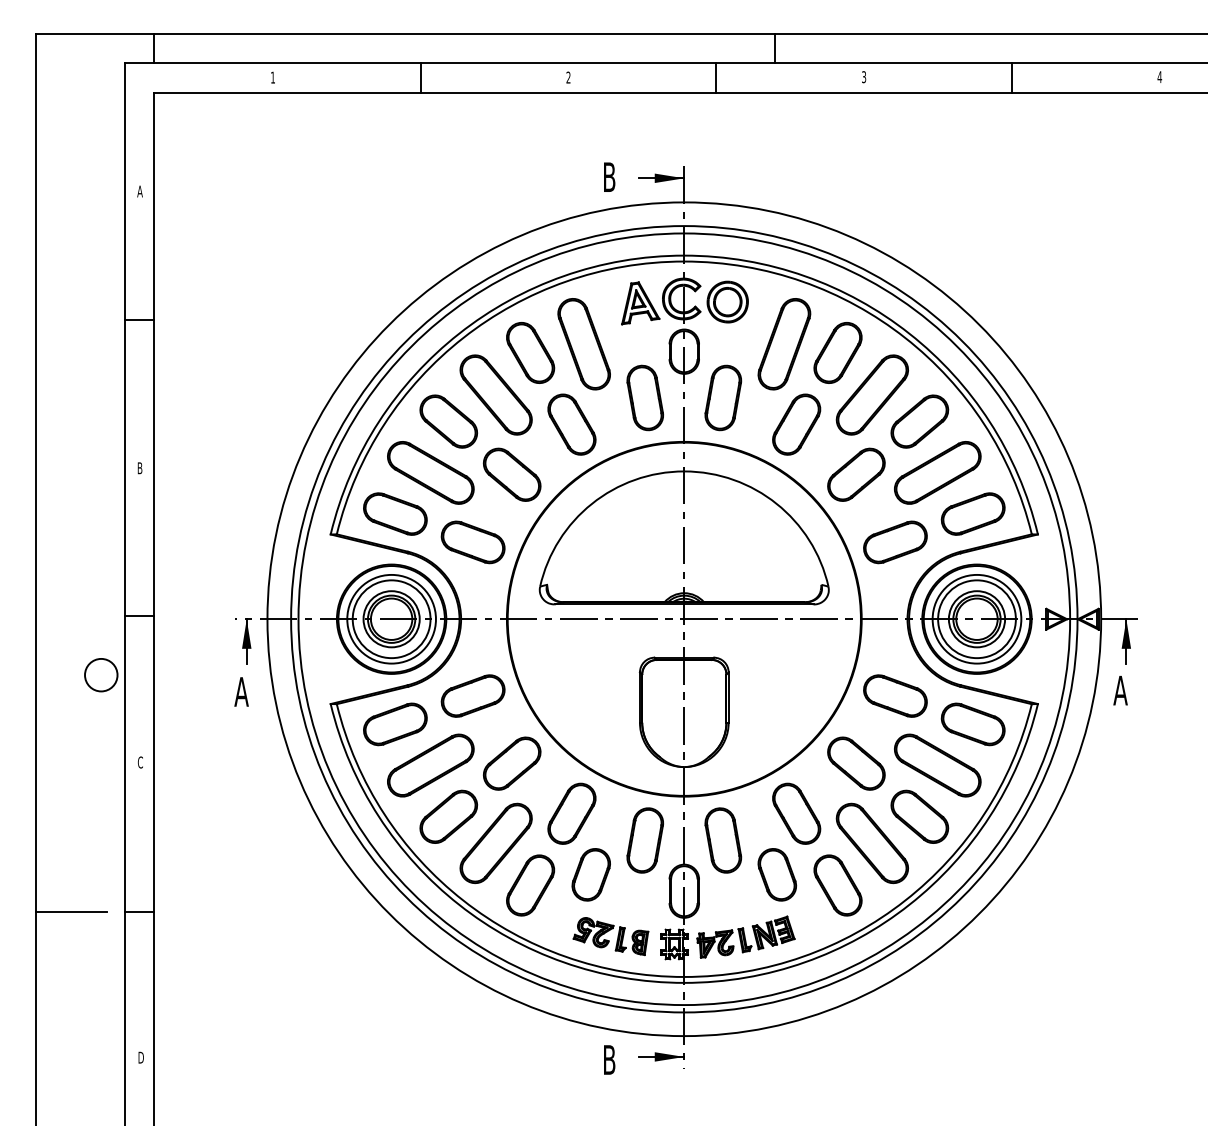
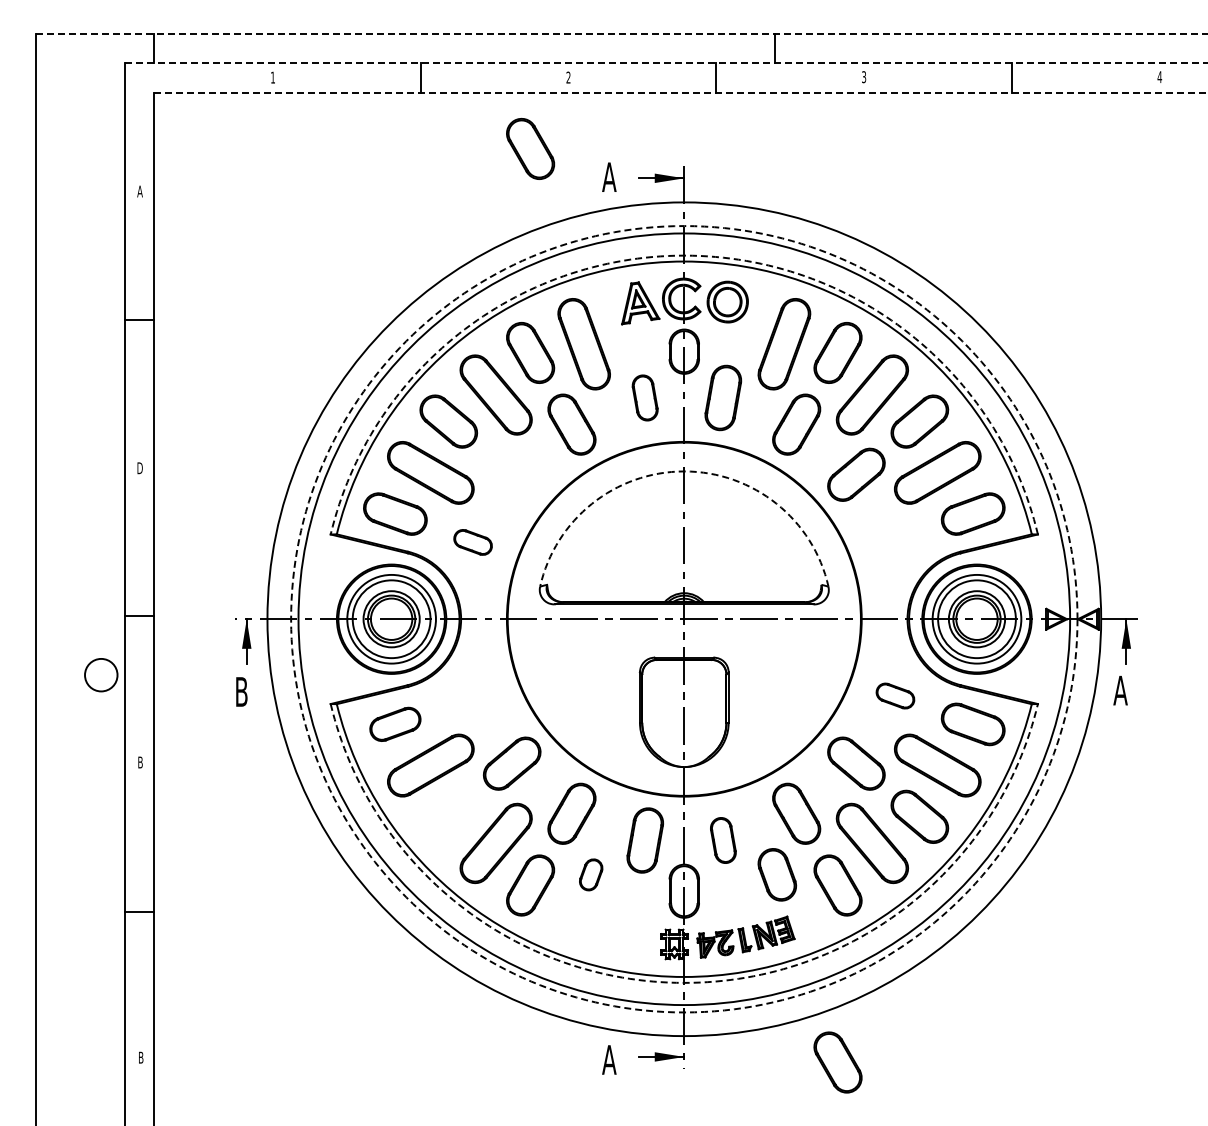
line at (622, 33): solid -> dashed
line at (666, 63): solid -> dashed
line at (680, 92): solid -> dashed
part at (530, 148): none -> present
text at (609, 176): B -> A
arc at (684, 255): solid -> dashed
part at (644, 397) size: 38x68 px -> 28x48 px
text at (139, 467): B -> D
arc at (684, 471): solid -> dashed
part at (511, 474): present -> none
part at (472, 542) size: 66x45 px -> 40x27 px
part at (895, 542): present -> none
circle at (684, 619): solid -> dashed
text at (241, 691): A -> B
part at (472, 695): present -> none
part at (895, 695) size: 65x44 px -> 41x28 px
part at (395, 724) size: 65x45 px -> 53x36 px
text at (139, 762): C -> B
part at (448, 816): present -> none
part at (723, 840) size: 39x67 px -> 27x47 px
part at (590, 874) size: 40x54 px -> 25x34 px
line at (71, 911): present -> none
part at (610, 936): present -> none
arc at (684, 982): solid -> dashed
text at (140, 1057): D -> B
text at (609, 1059): B -> A
part at (837, 1062): none -> present
